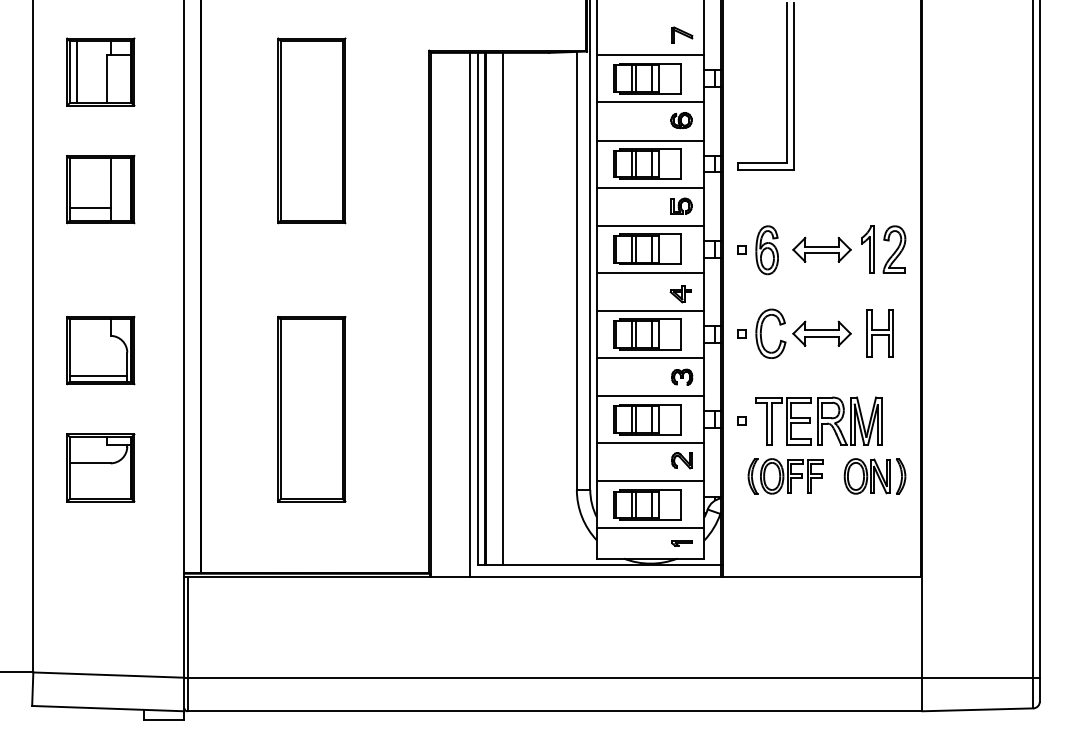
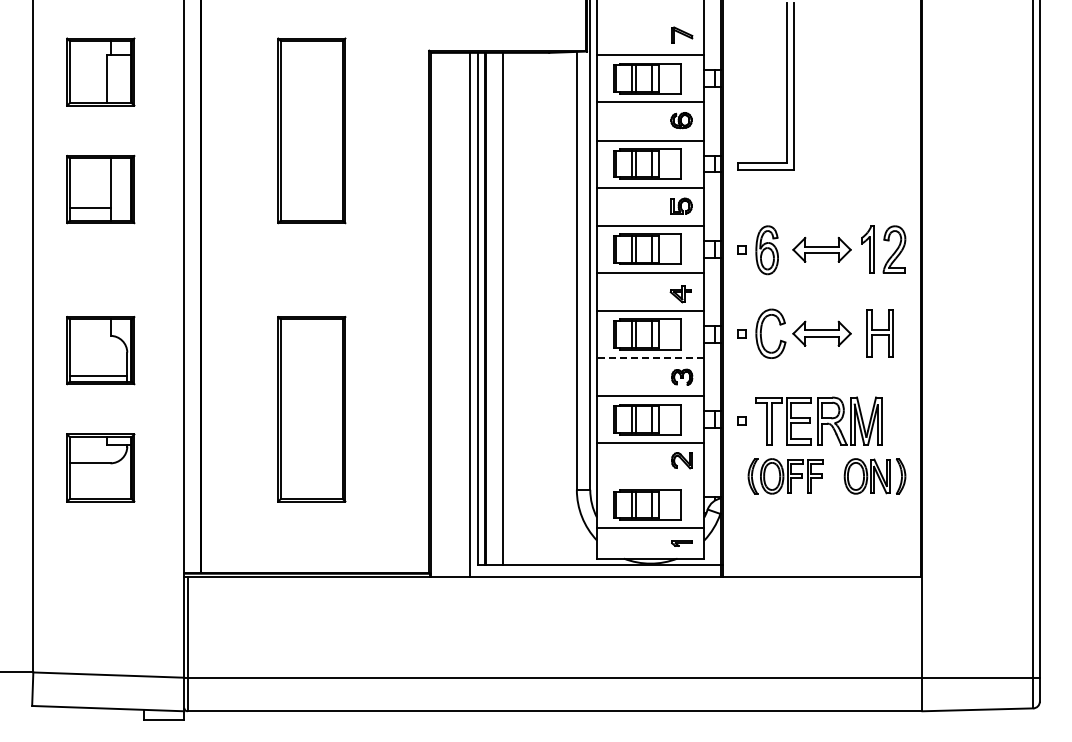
line at (76, 71): present -> none
line at (650, 357): solid -> dashed
line at (650, 481): present -> none
